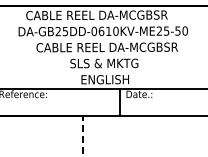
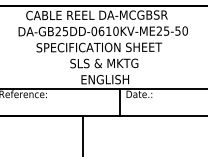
text at (106, 47): CABLE REEL DA-MCGBSR -> SPECIFICATION SHEET
line at (83, 136): dashed -> solid
